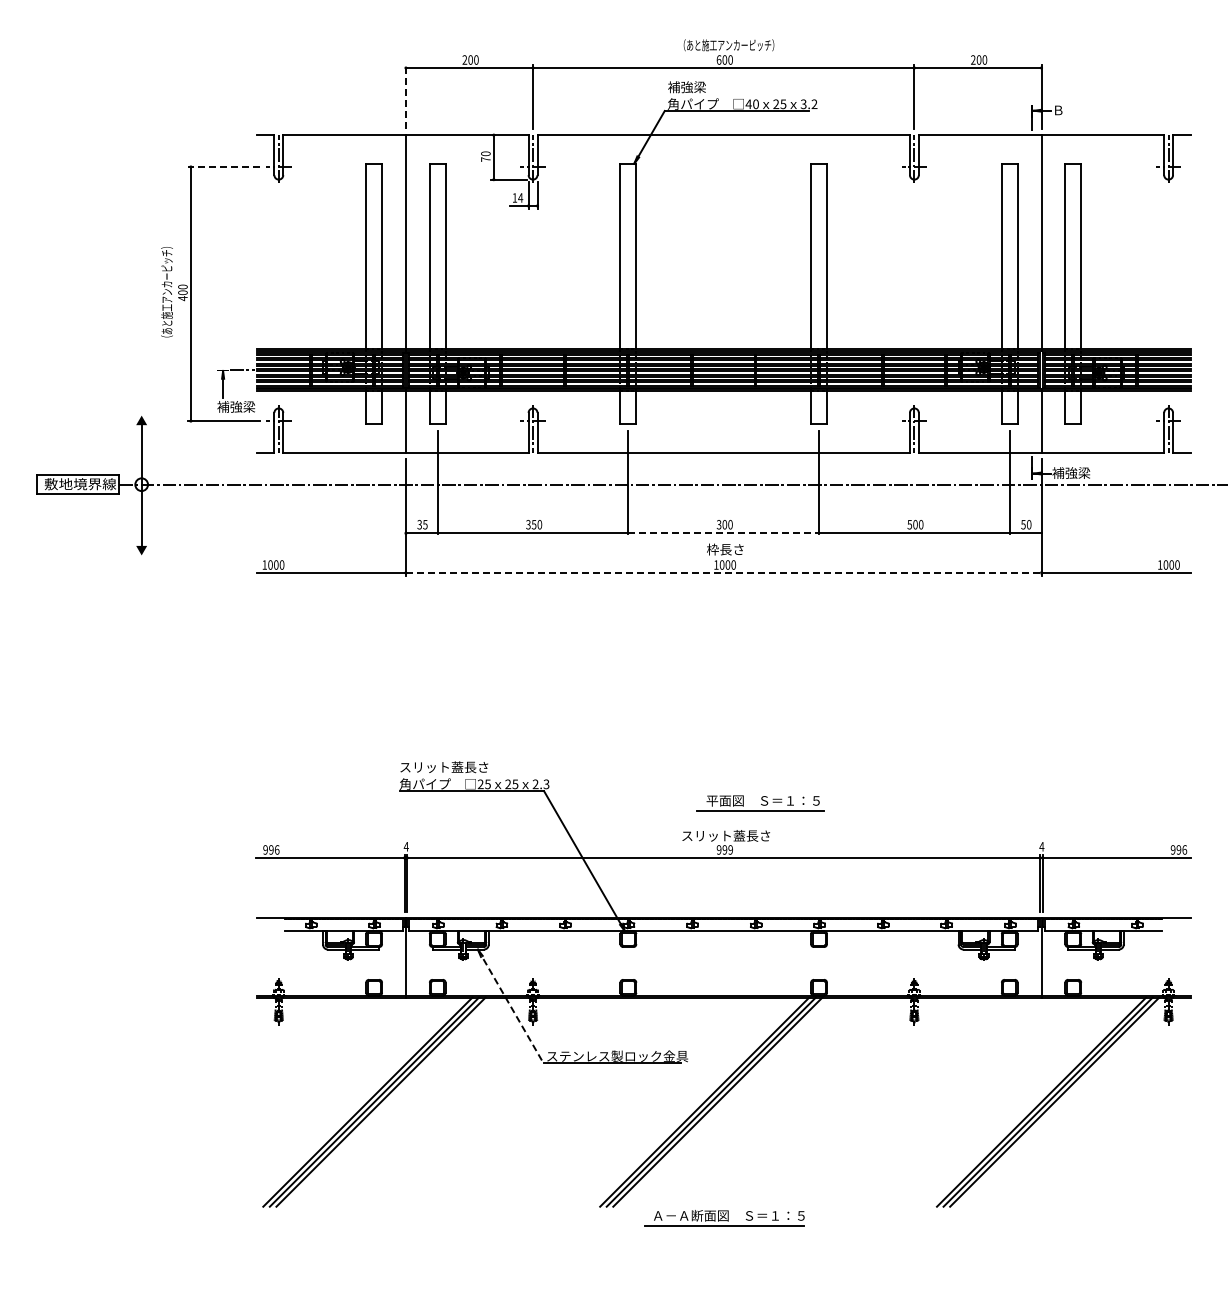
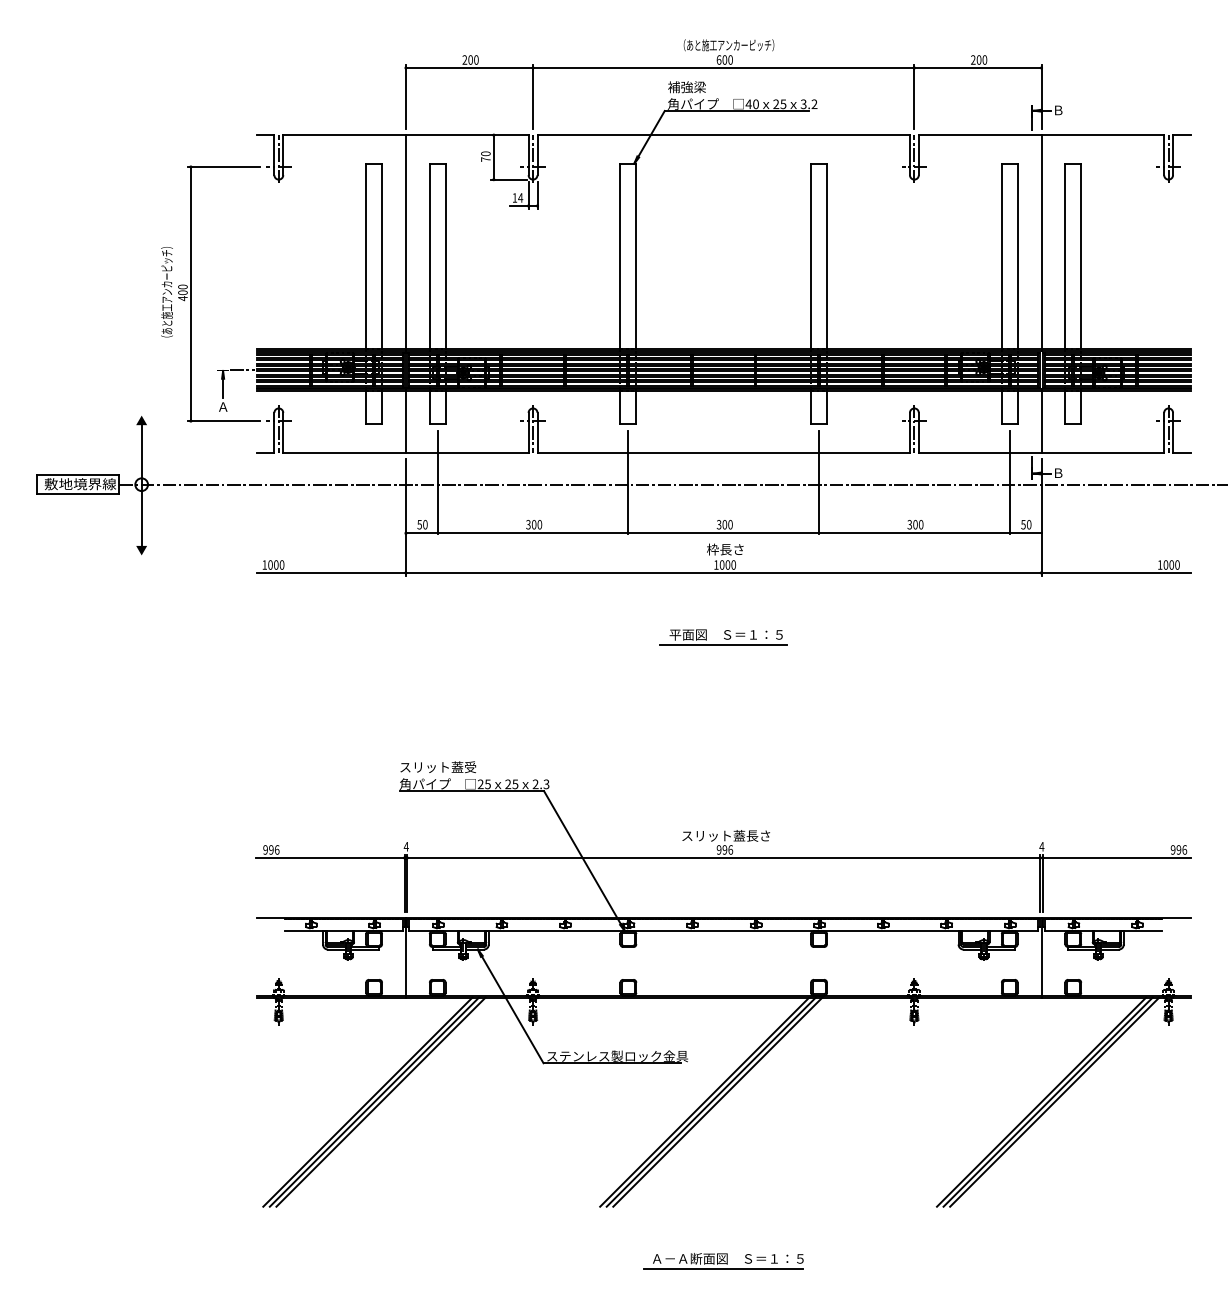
line at (405, 96): dashed -> solid
line at (223, 166): dashed -> solid
text at (236, 406): 補強梁 -> Ａ
text at (1071, 472): 補強梁 -> Ｂ
text at (422, 524): 35 -> 50
text at (533, 524): 350 -> 300
text at (909, 524): 500 -> 300
line at (724, 533): dashed -> solid
line at (723, 572): dashed -> solid
text at (476, 766): スリット蓋長さ -> スリット蓋受
part at (760, 803) position: (760, 803) -> (723, 637)
text at (730, 849): 999 -> 996
line at (510, 1006): dashed -> solid
part at (724, 1218) position: (724, 1218) -> (723, 1261)
